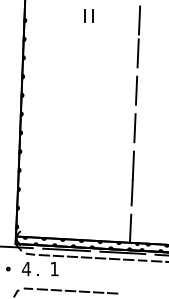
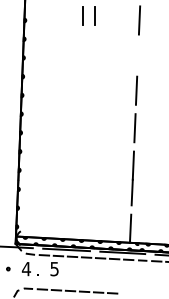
part at (88, 15) size: 10x14 px -> 14x20 px
line at (137, 53): present -> none
text at (54, 269): 1 -> 5
